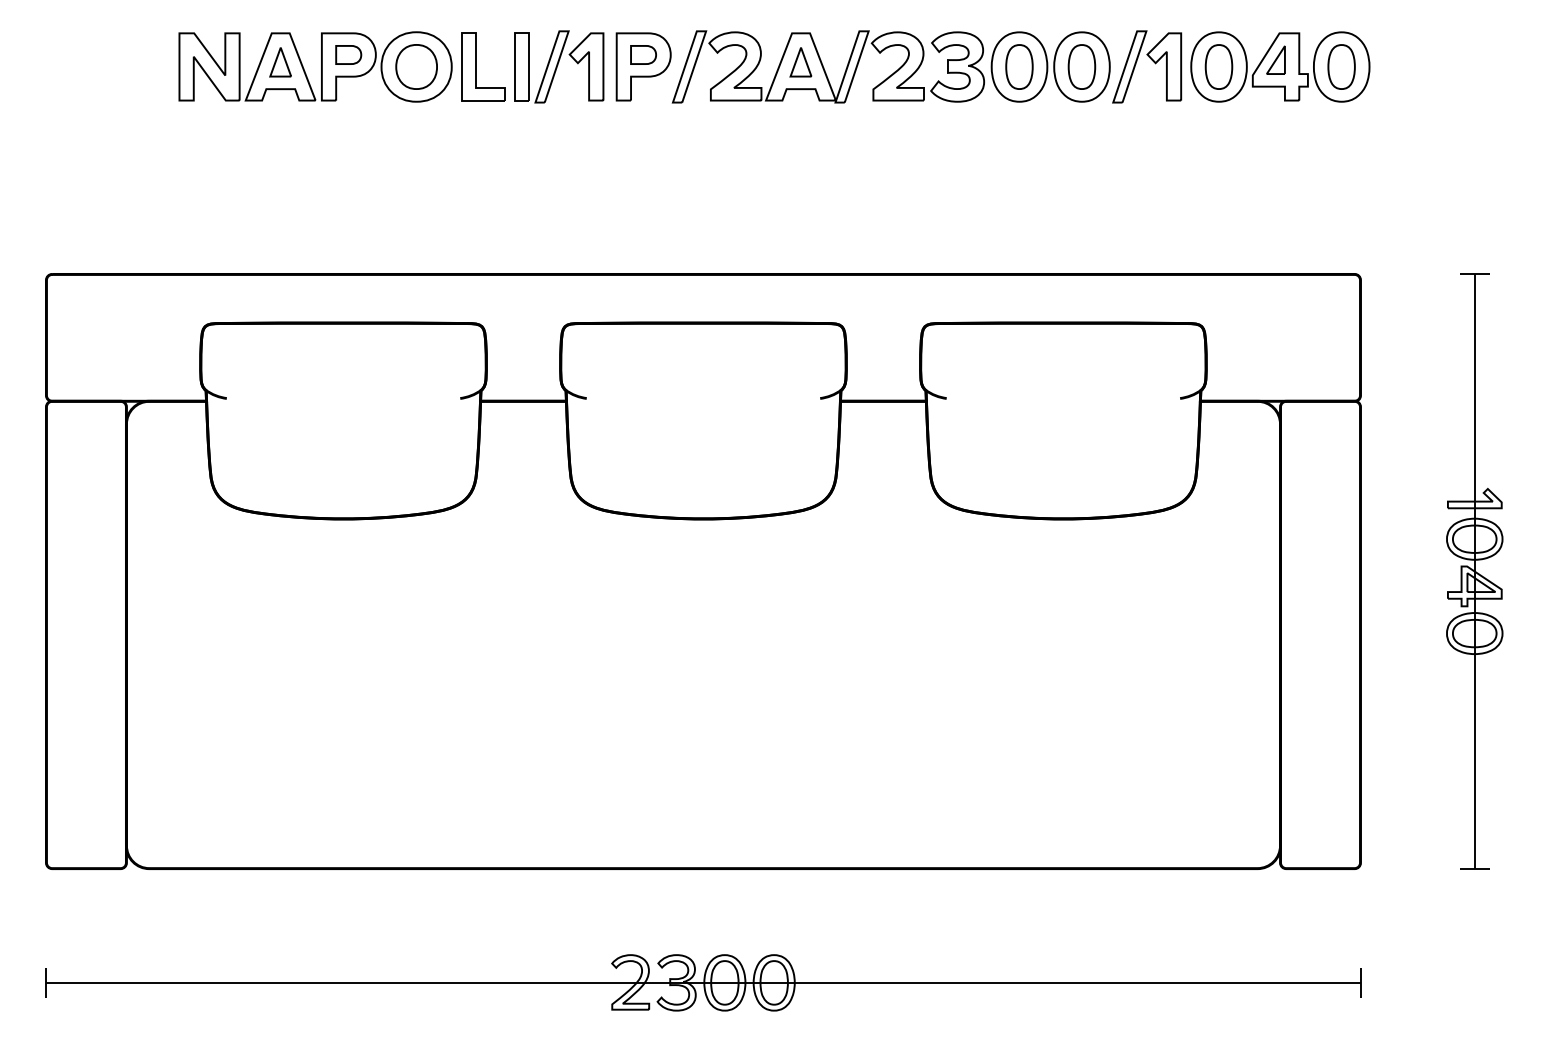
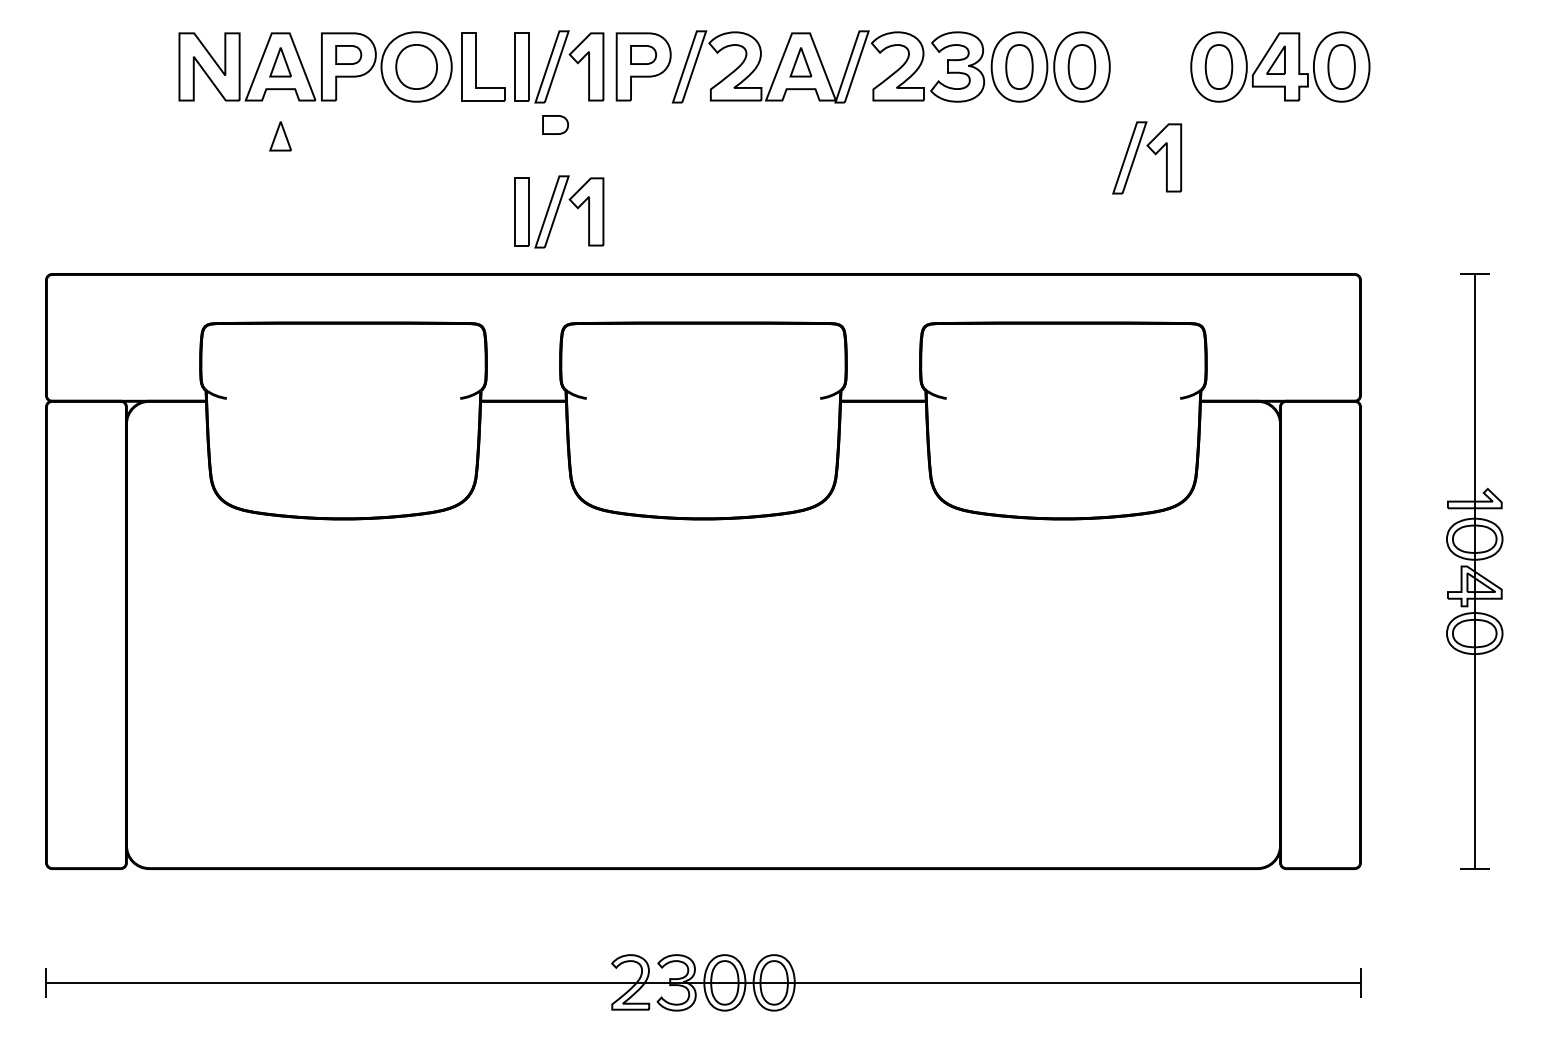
part at (1152, 61) position: (1152, 61) -> (1152, 152)
part at (555, 124): none -> present
part at (280, 136): none -> present
part at (559, 211): none -> present
